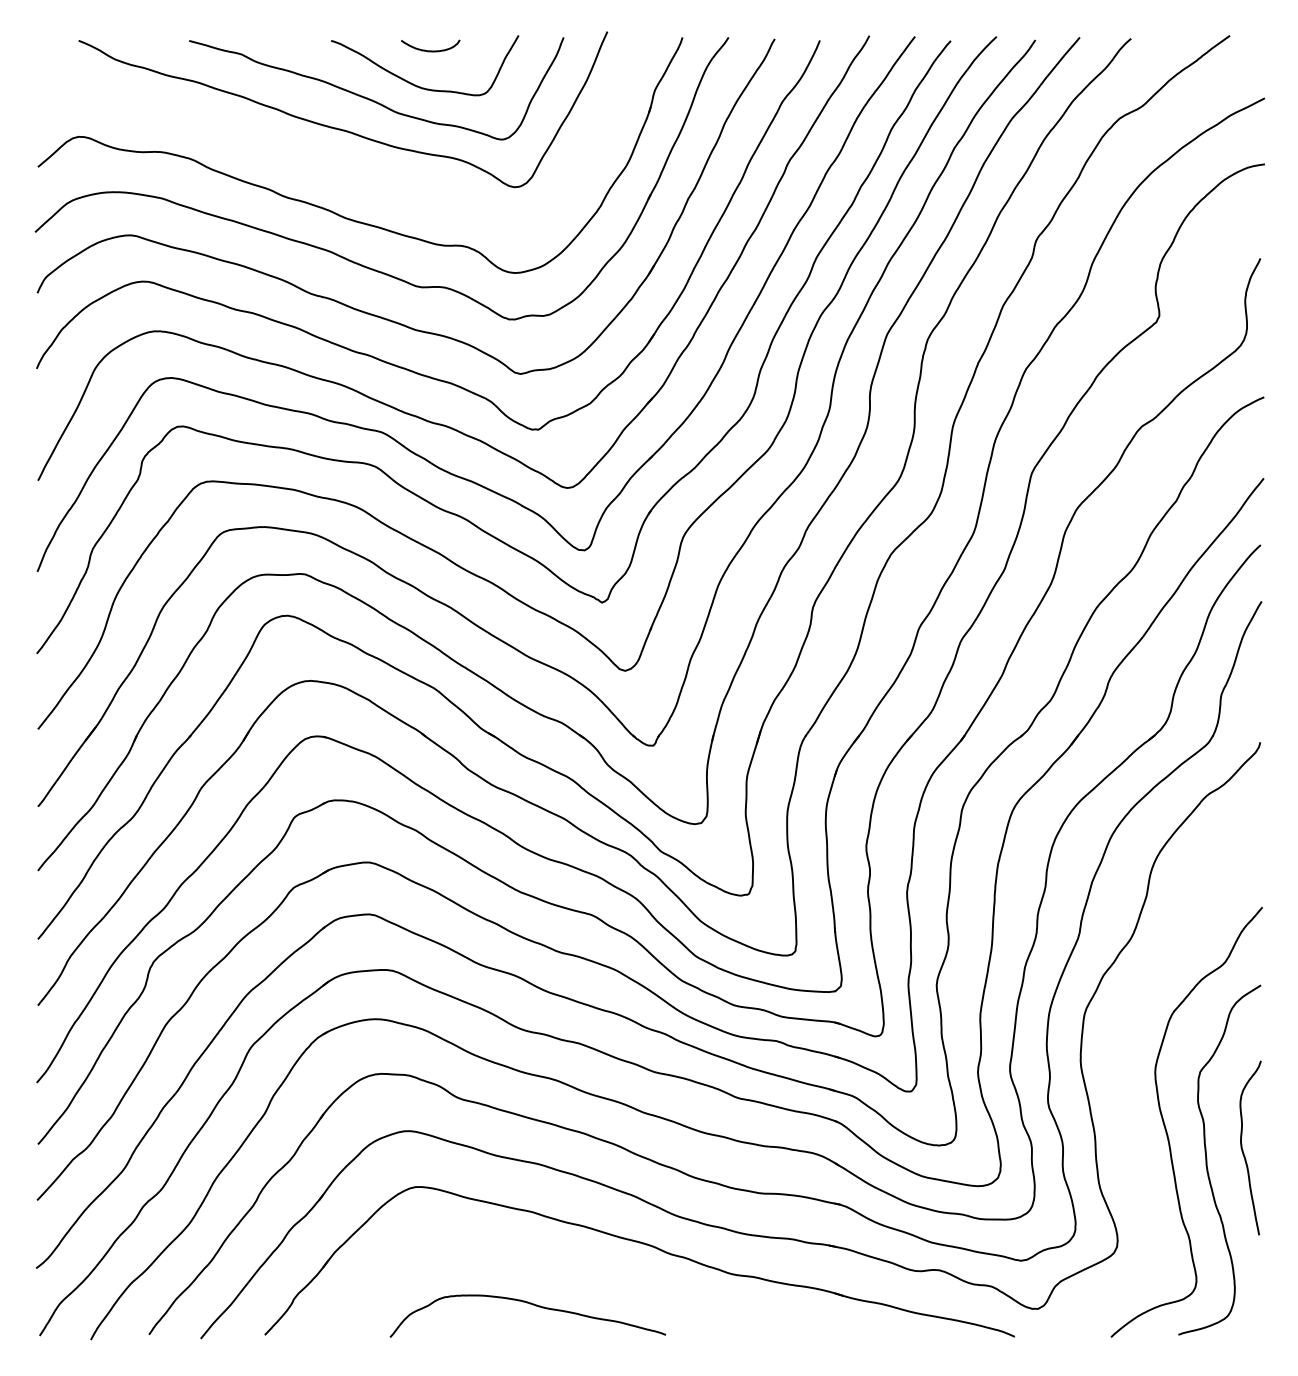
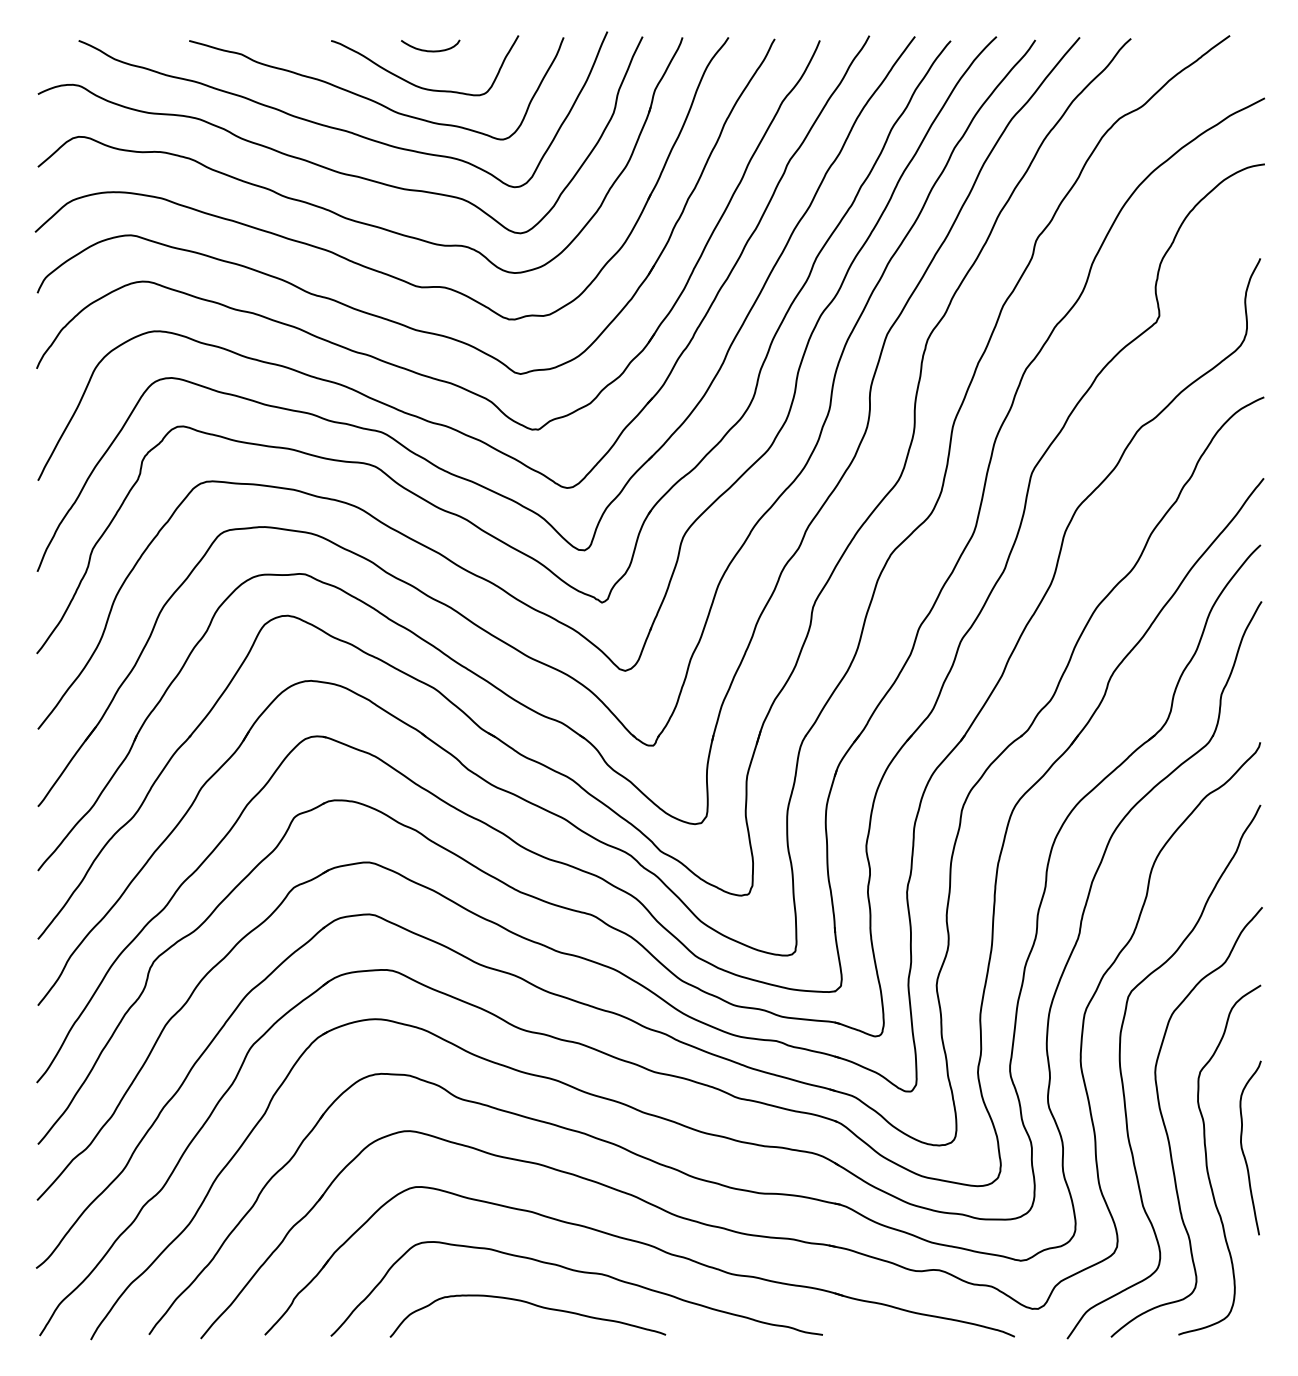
curve at (328, 167): none -> present
curve at (1122, 1075): none -> present
curve at (577, 1272): none -> present
